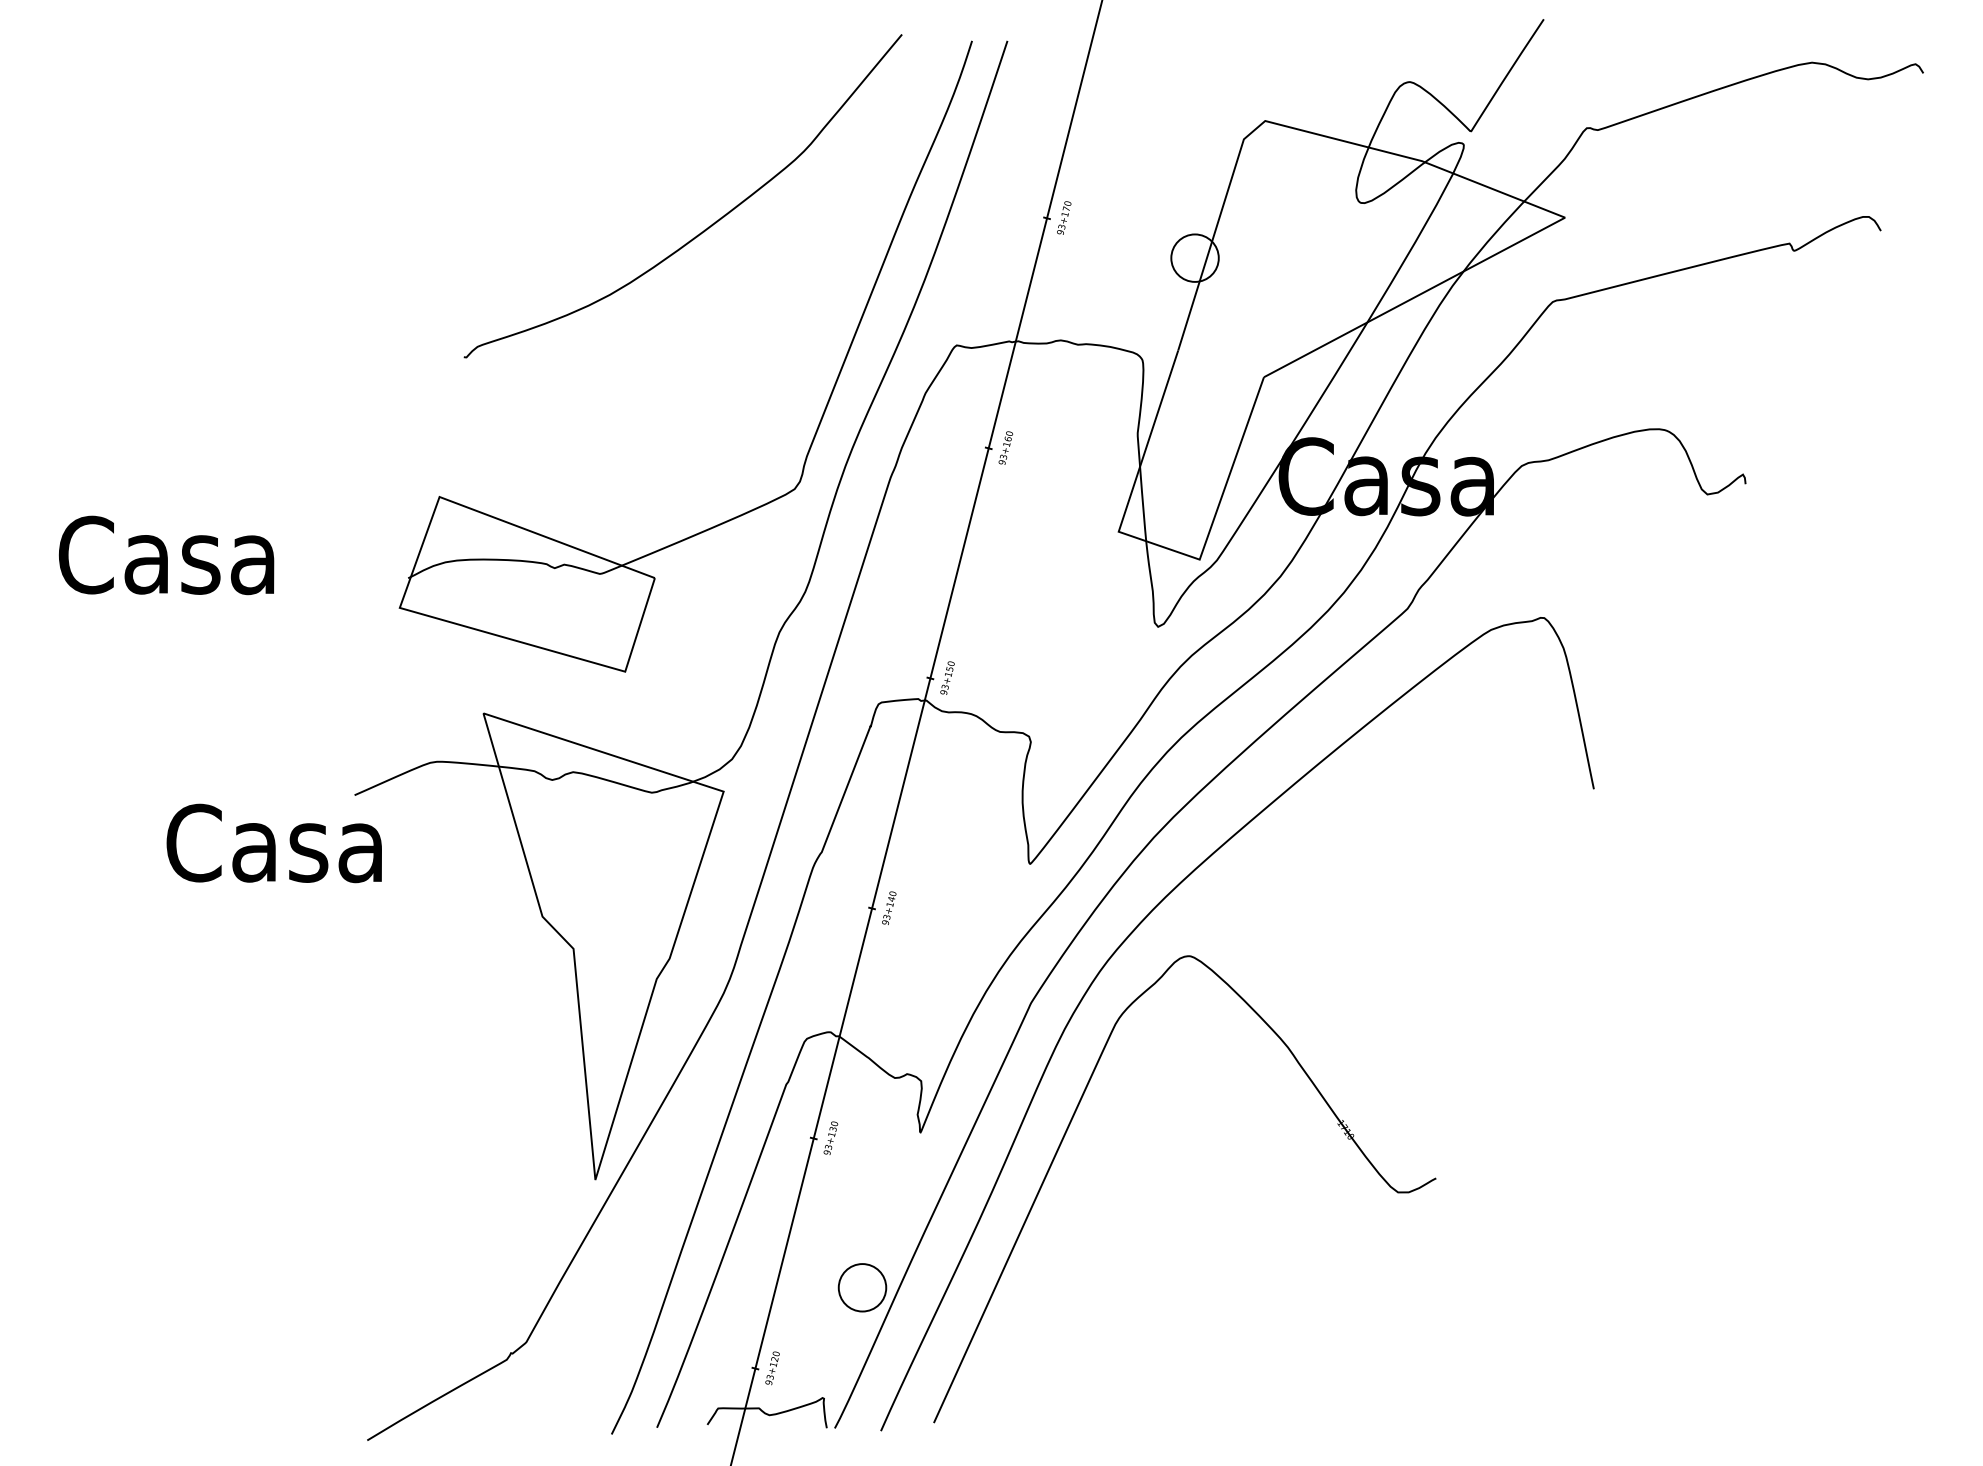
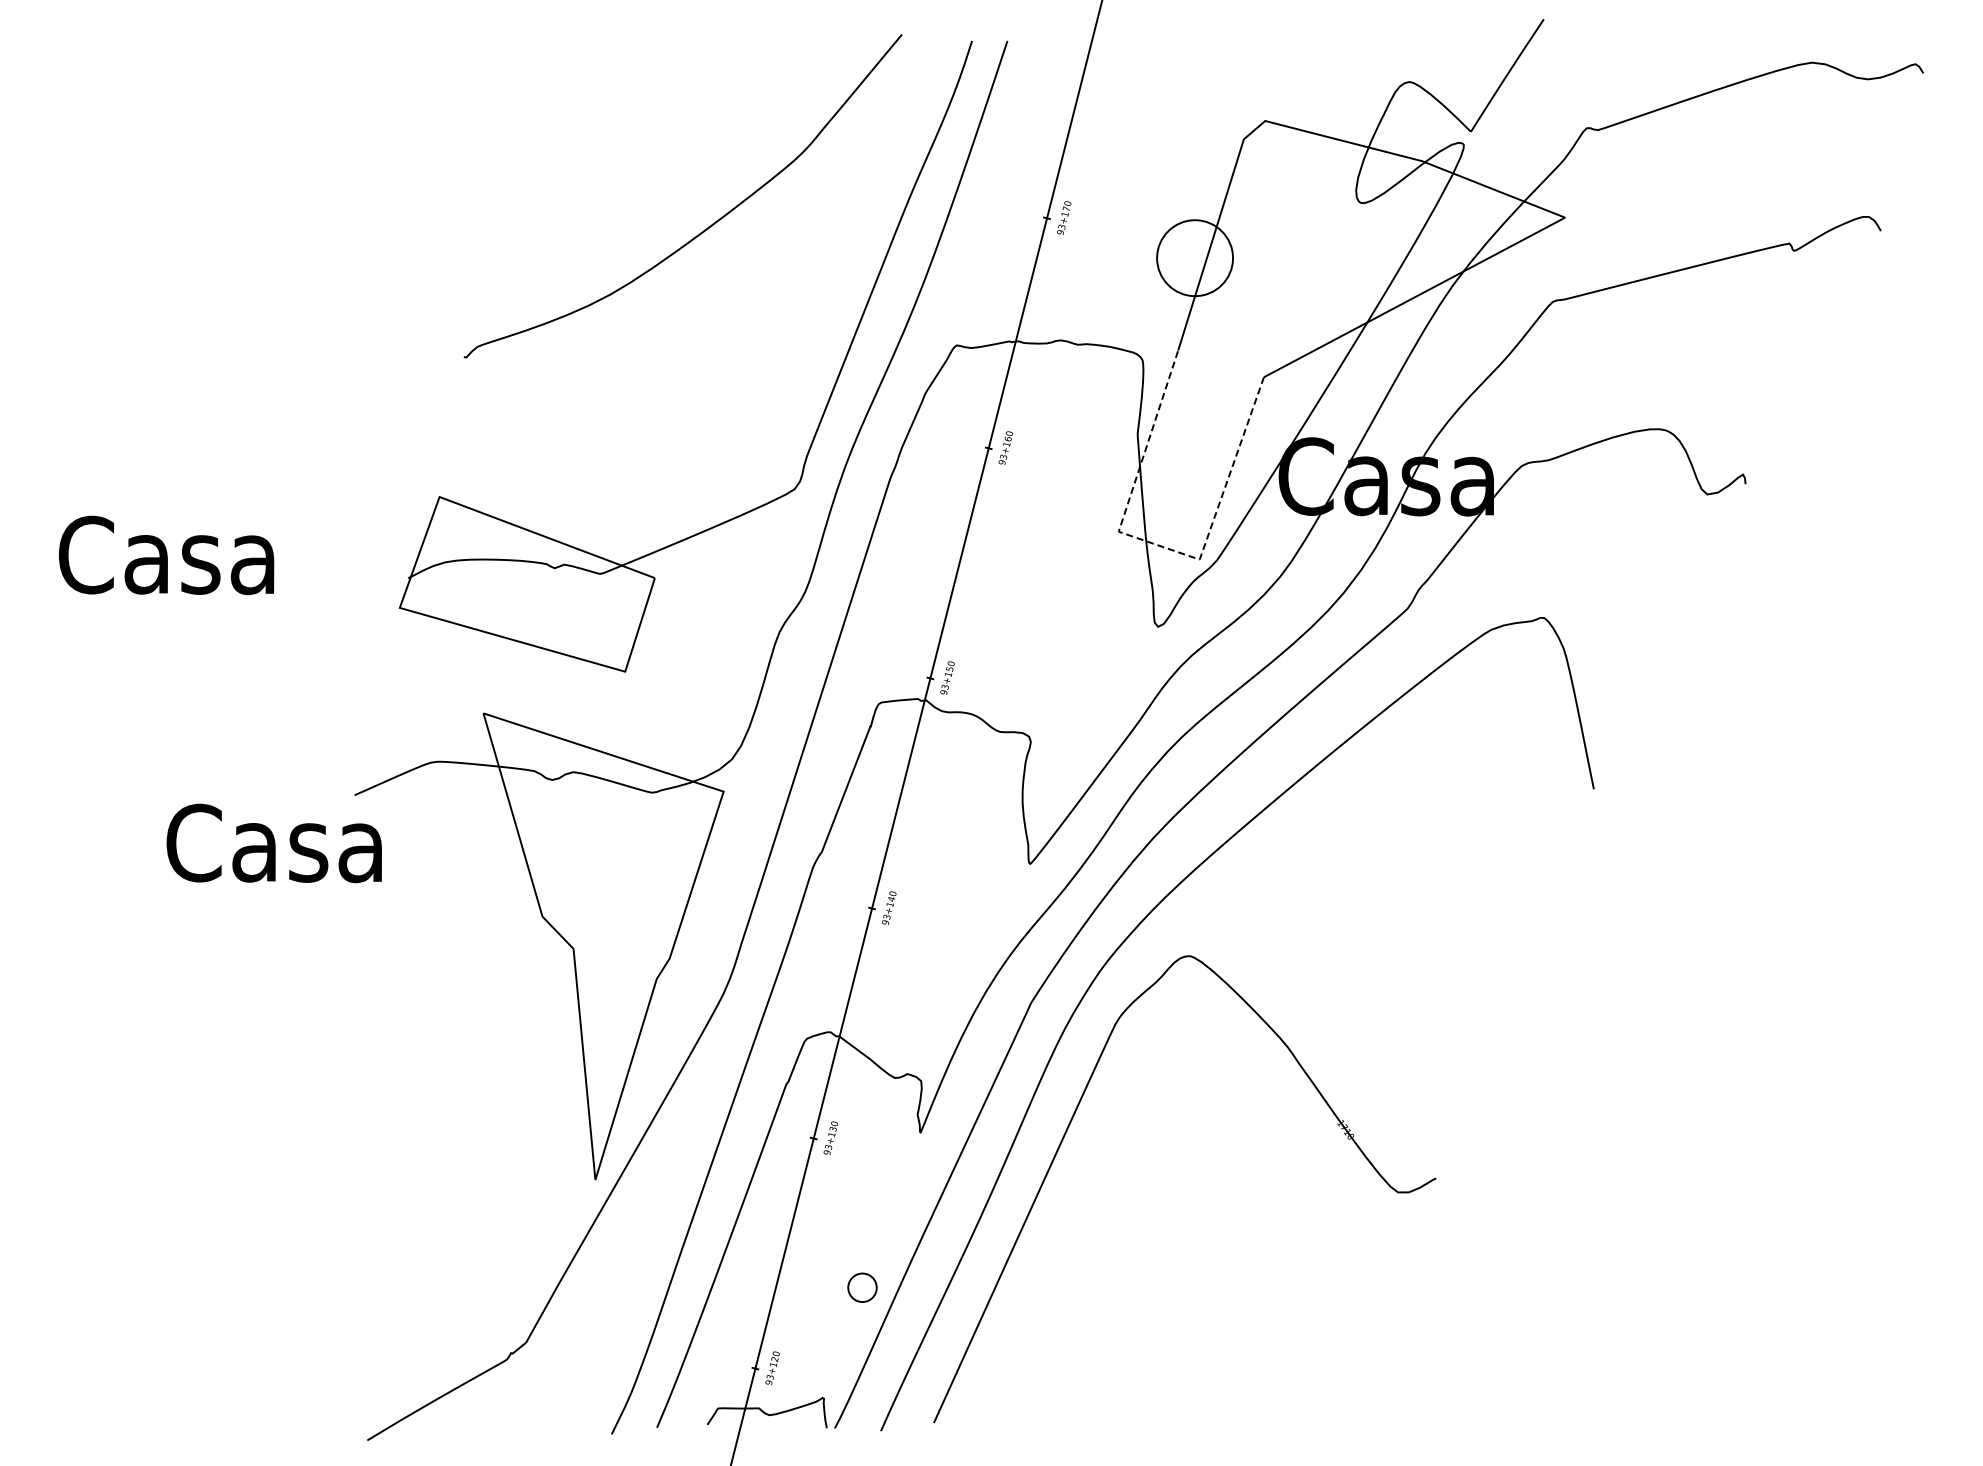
circle at (1194, 257) diameter: 47 px -> 76 px
line at (1160, 546): solid -> dashed
circle at (862, 1287) diameter: 47 px -> 28 px
